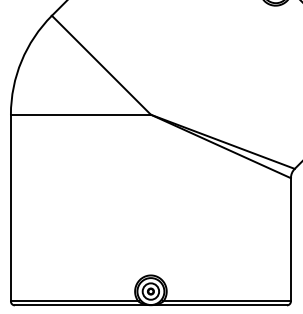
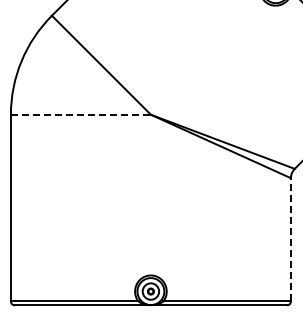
line at (80, 114): solid -> dashed
line at (290, 239): solid -> dashed
